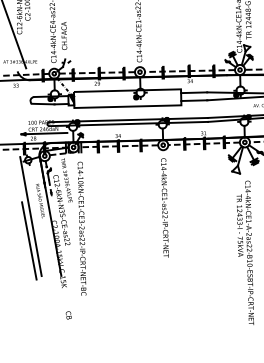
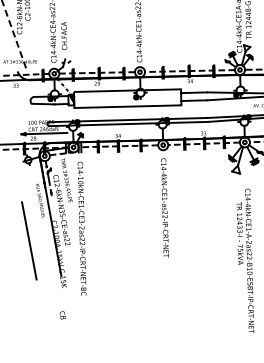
line at (14, 34): solid -> dashed
line at (30, 216): present -> none
text at (245, 252) position: (245, 252) -> (245, 260)
text at (68, 315) position: (68, 315) -> (62, 315)
